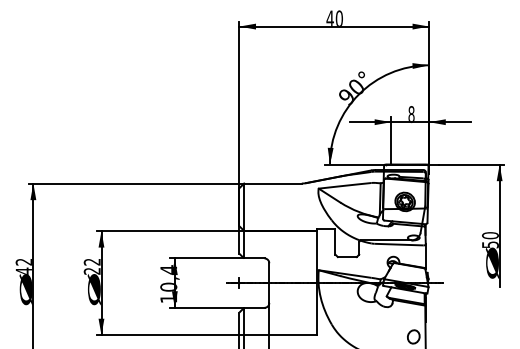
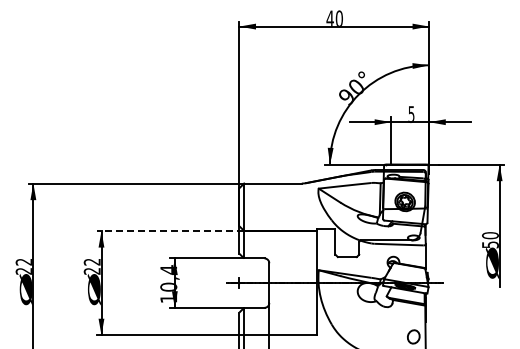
text at (411, 113): 8 -> 5
line at (170, 230): solid -> dashed
text at (23, 270): 42 -> 22
